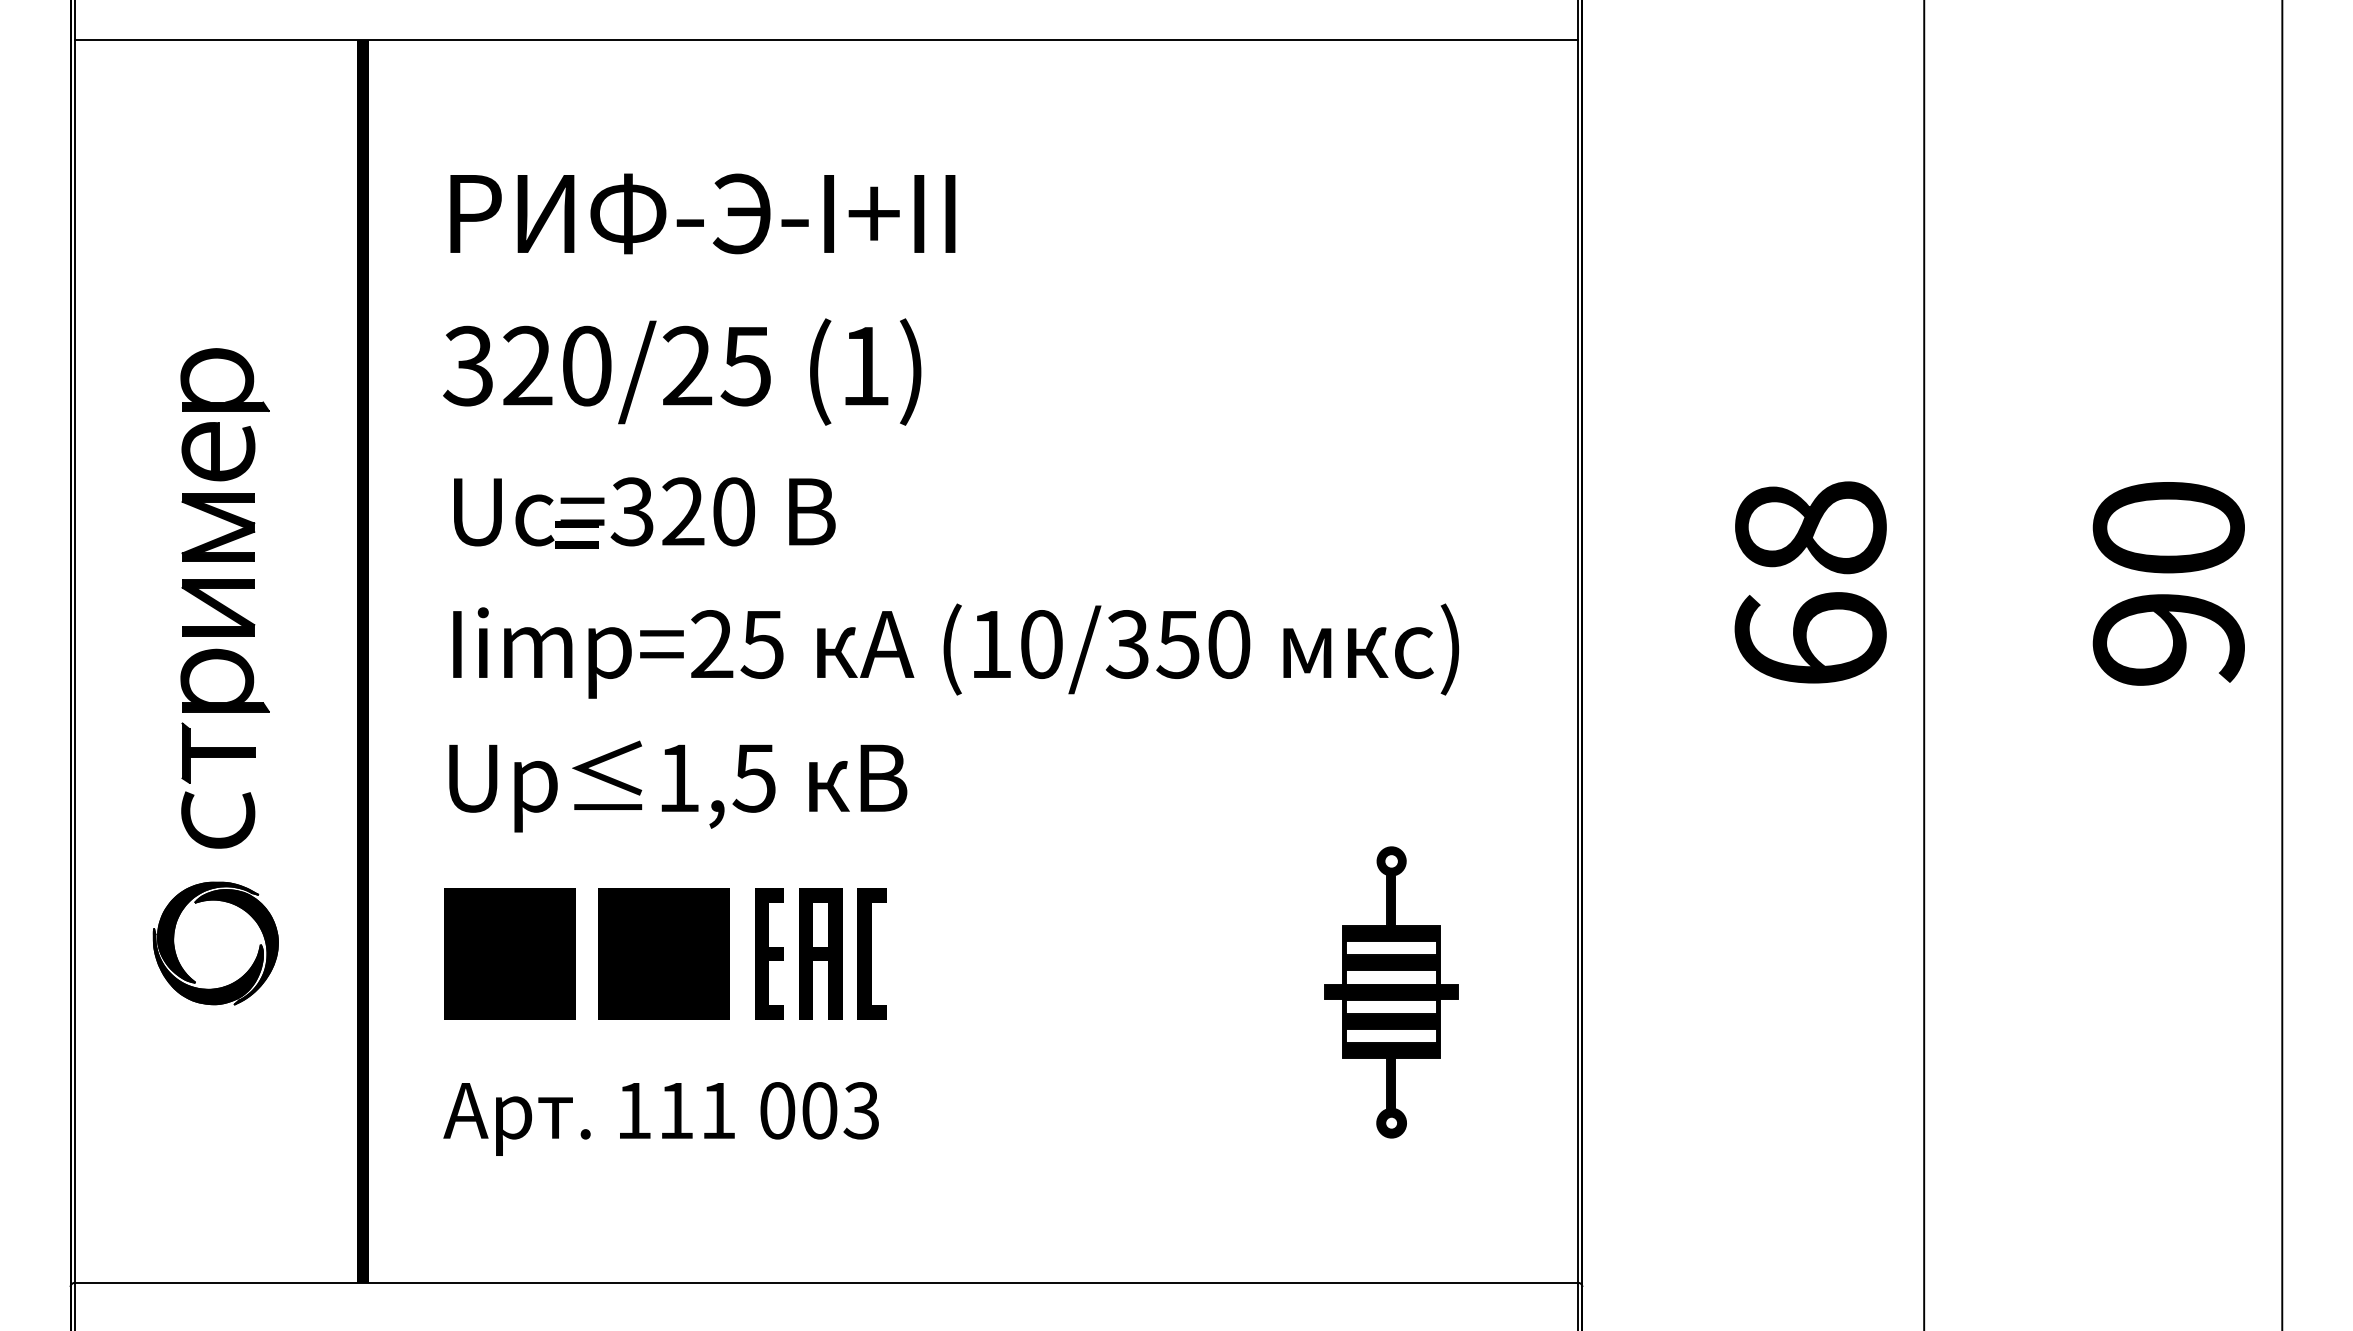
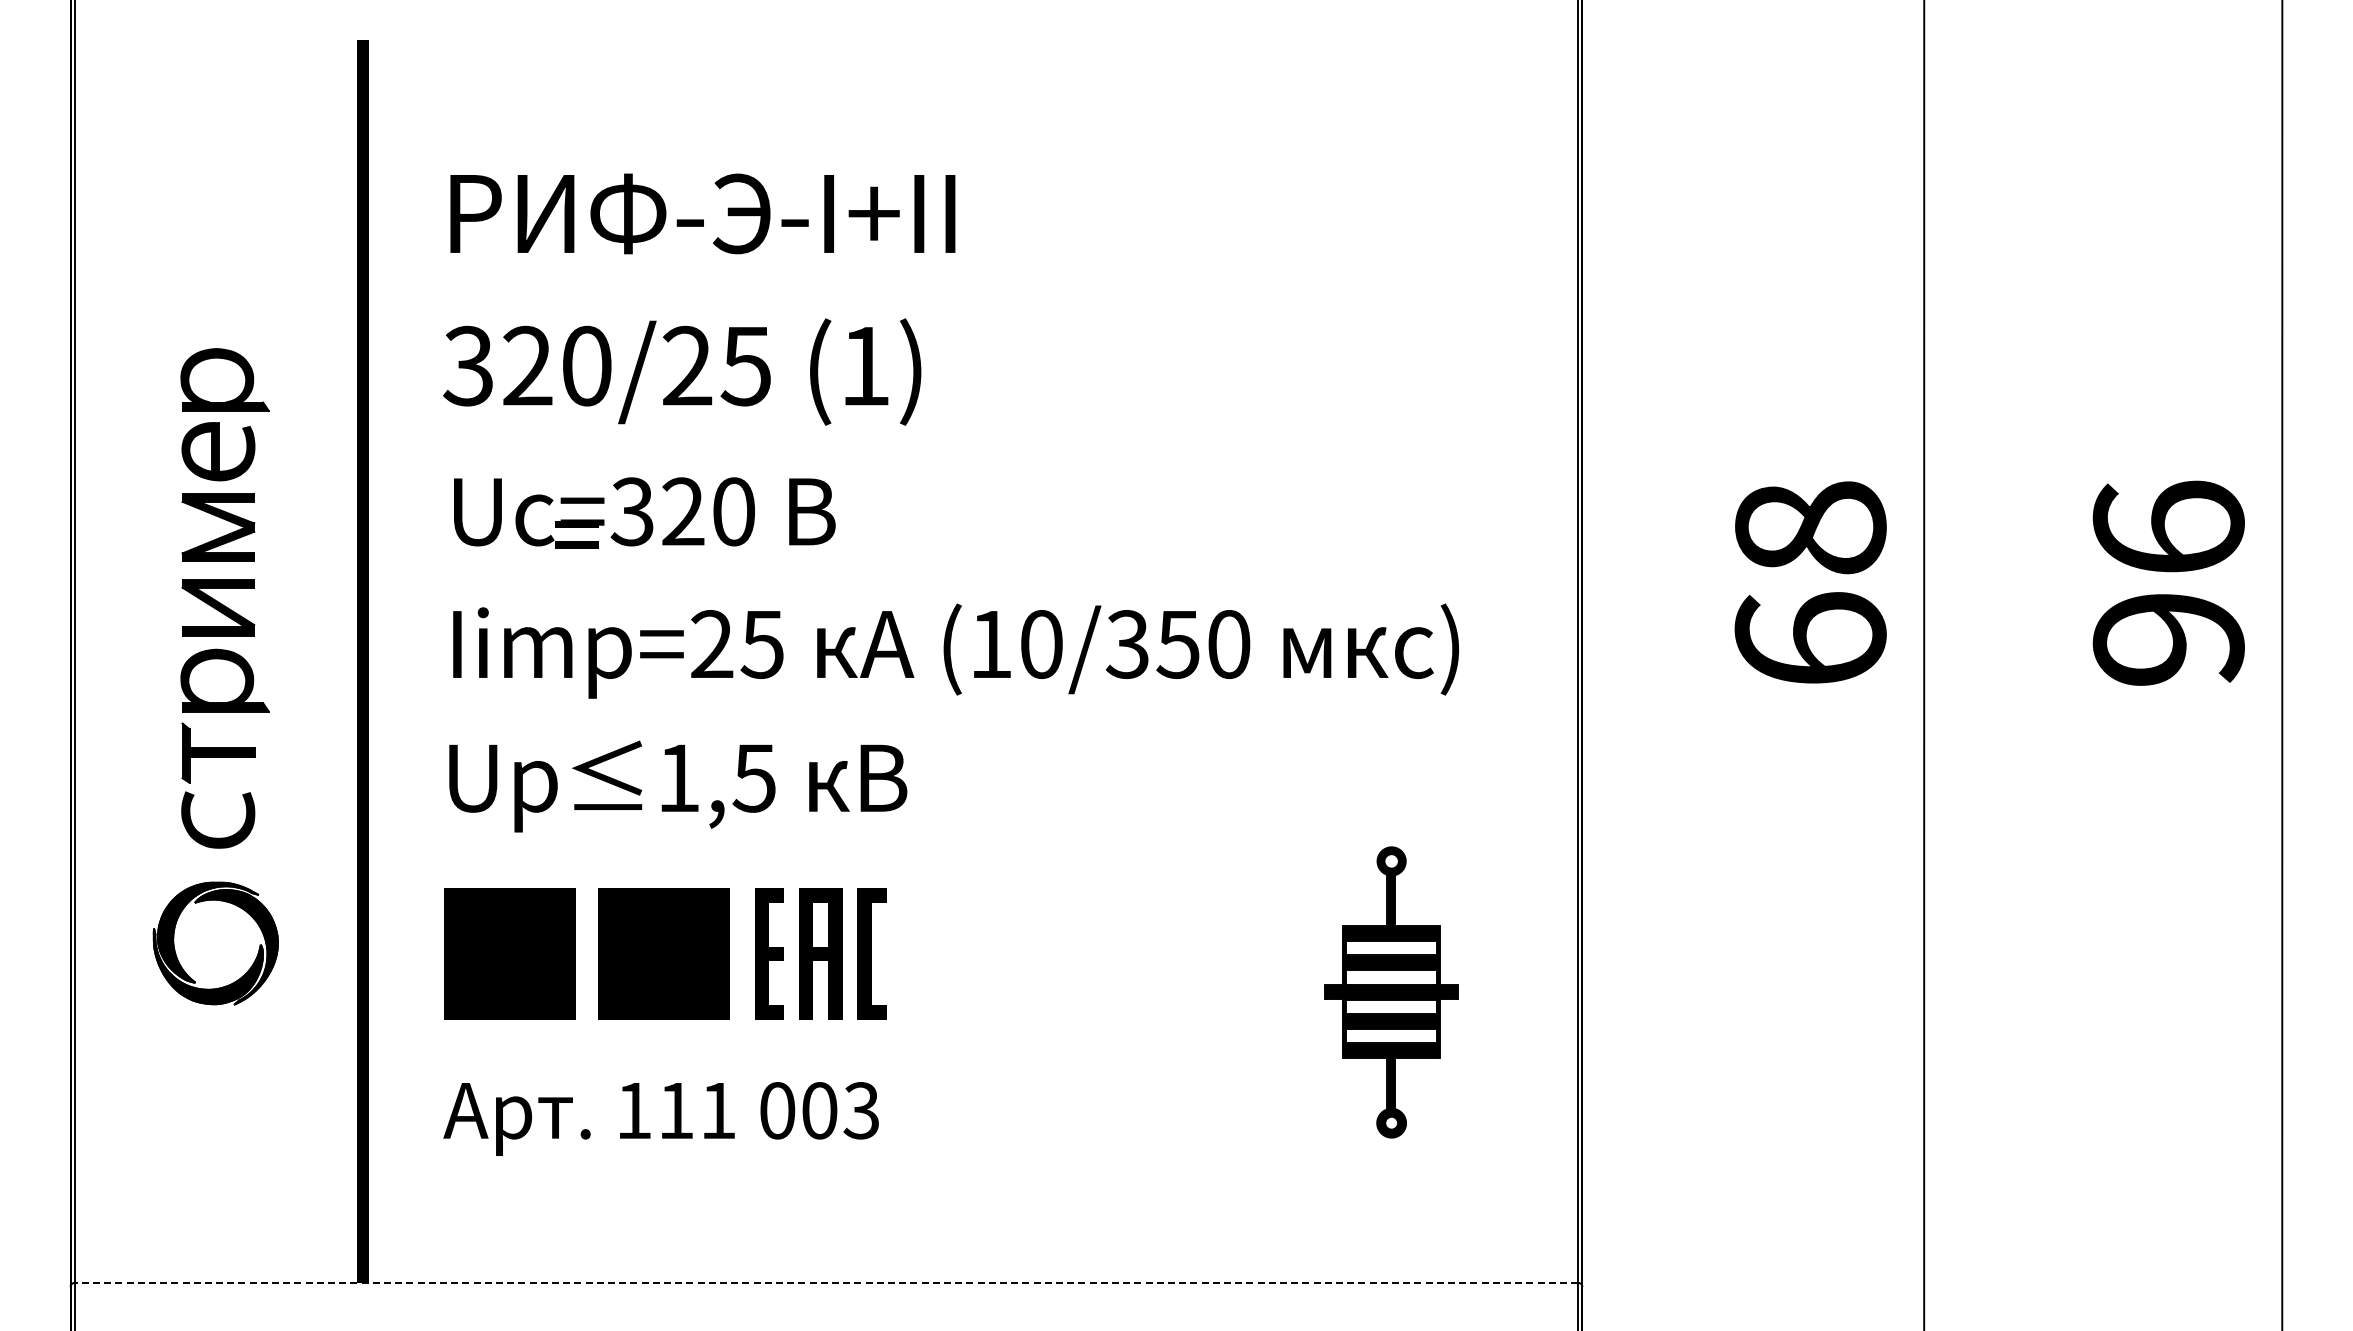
line at (826, 39): present -> none
text at (2168, 526): 90 -> 96
line at (826, 1282): solid -> dashed
